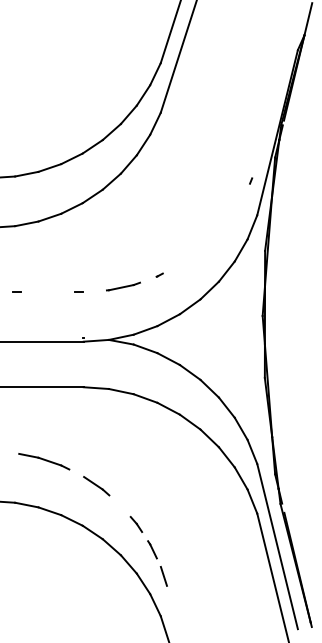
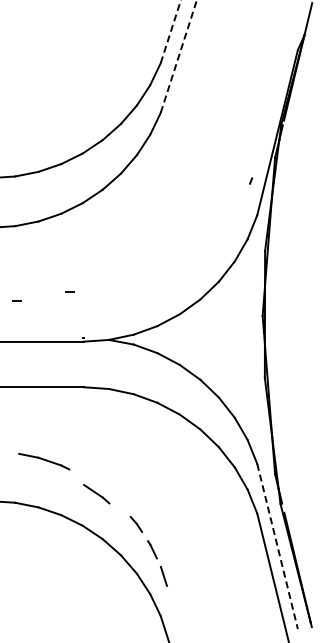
line at (170, 31): solid -> dashed
line at (178, 56): solid -> dashed
part at (159, 274): present -> none
line at (123, 286): present -> none
line at (16, 291) position: (16, 291) -> (16, 300)
line at (78, 291) position: (78, 291) -> (69, 291)
line at (96, 486) position: (96, 486) -> (96, 494)
line at (277, 547): solid -> dashed
